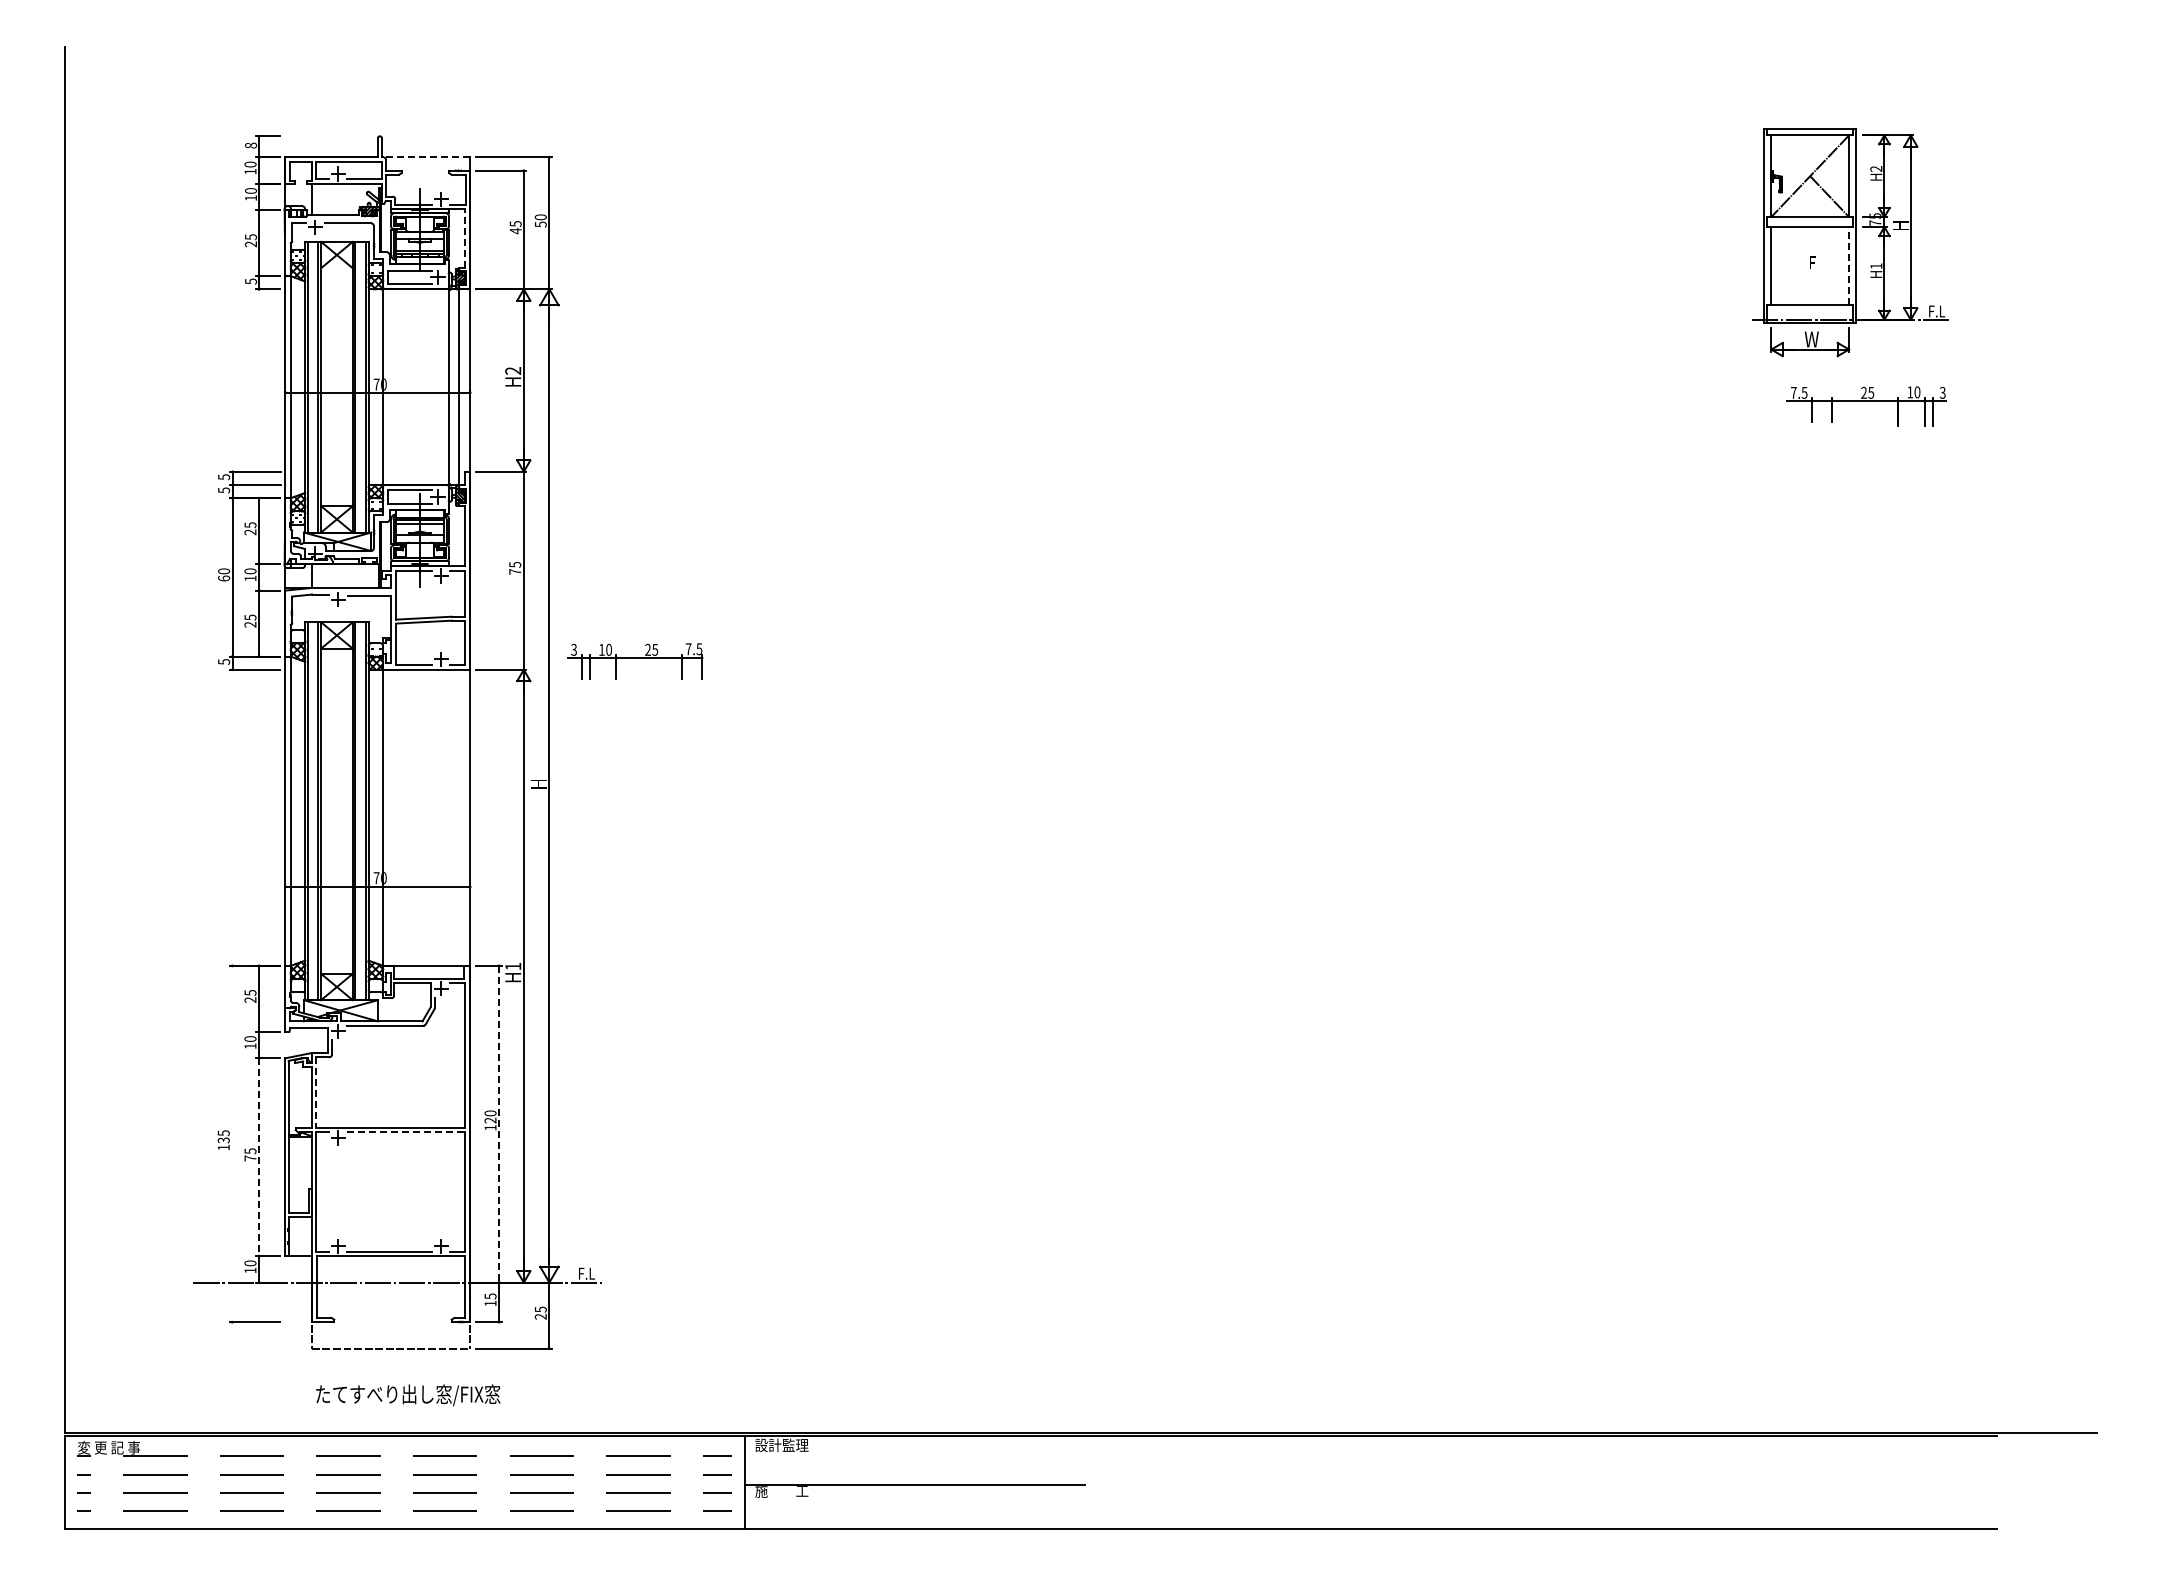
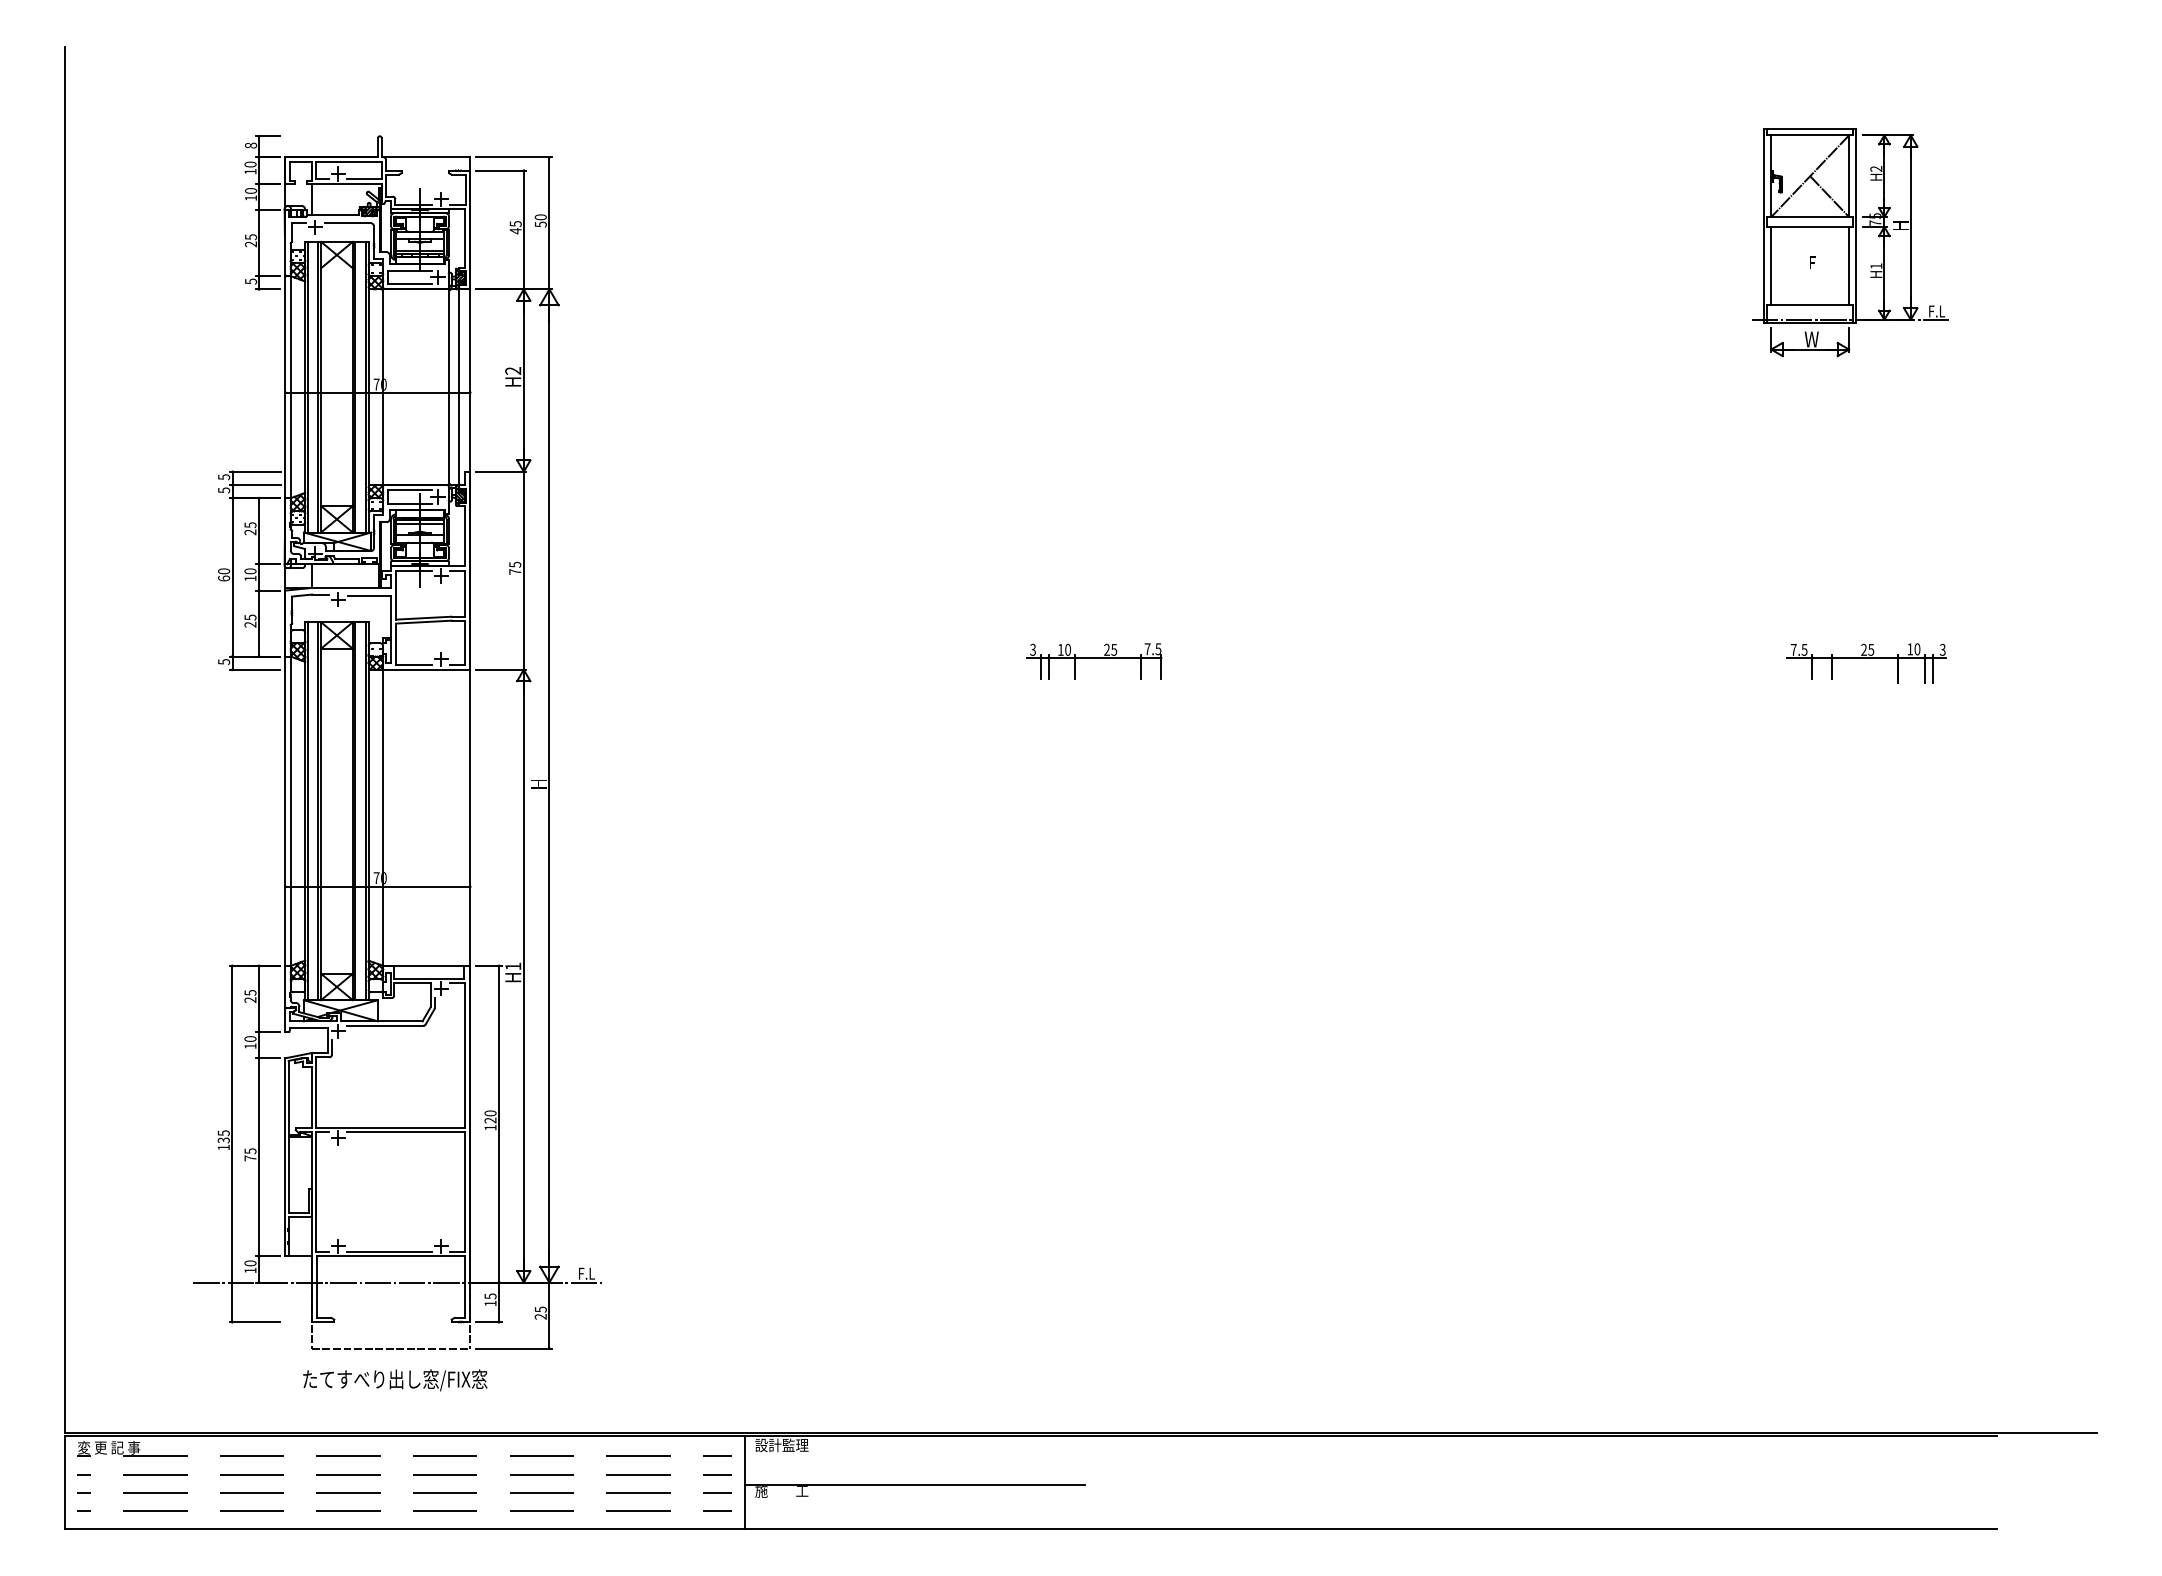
line at (426, 157): dashed -> solid
line at (464, 238): dashed -> solid
line at (1849, 265): dashed -> solid
part at (1866, 406) position: (1866, 406) -> (1866, 663)
part at (635, 661) position: (635, 661) -> (1094, 661)
line at (316, 1092): dashed -> solid
line at (499, 1124): dashed -> solid
line at (406, 1132): dashed -> solid
line at (232, 1143): none -> present
line at (259, 1157): dashed -> solid
text at (408, 1395) position: (408, 1395) -> (395, 1380)
